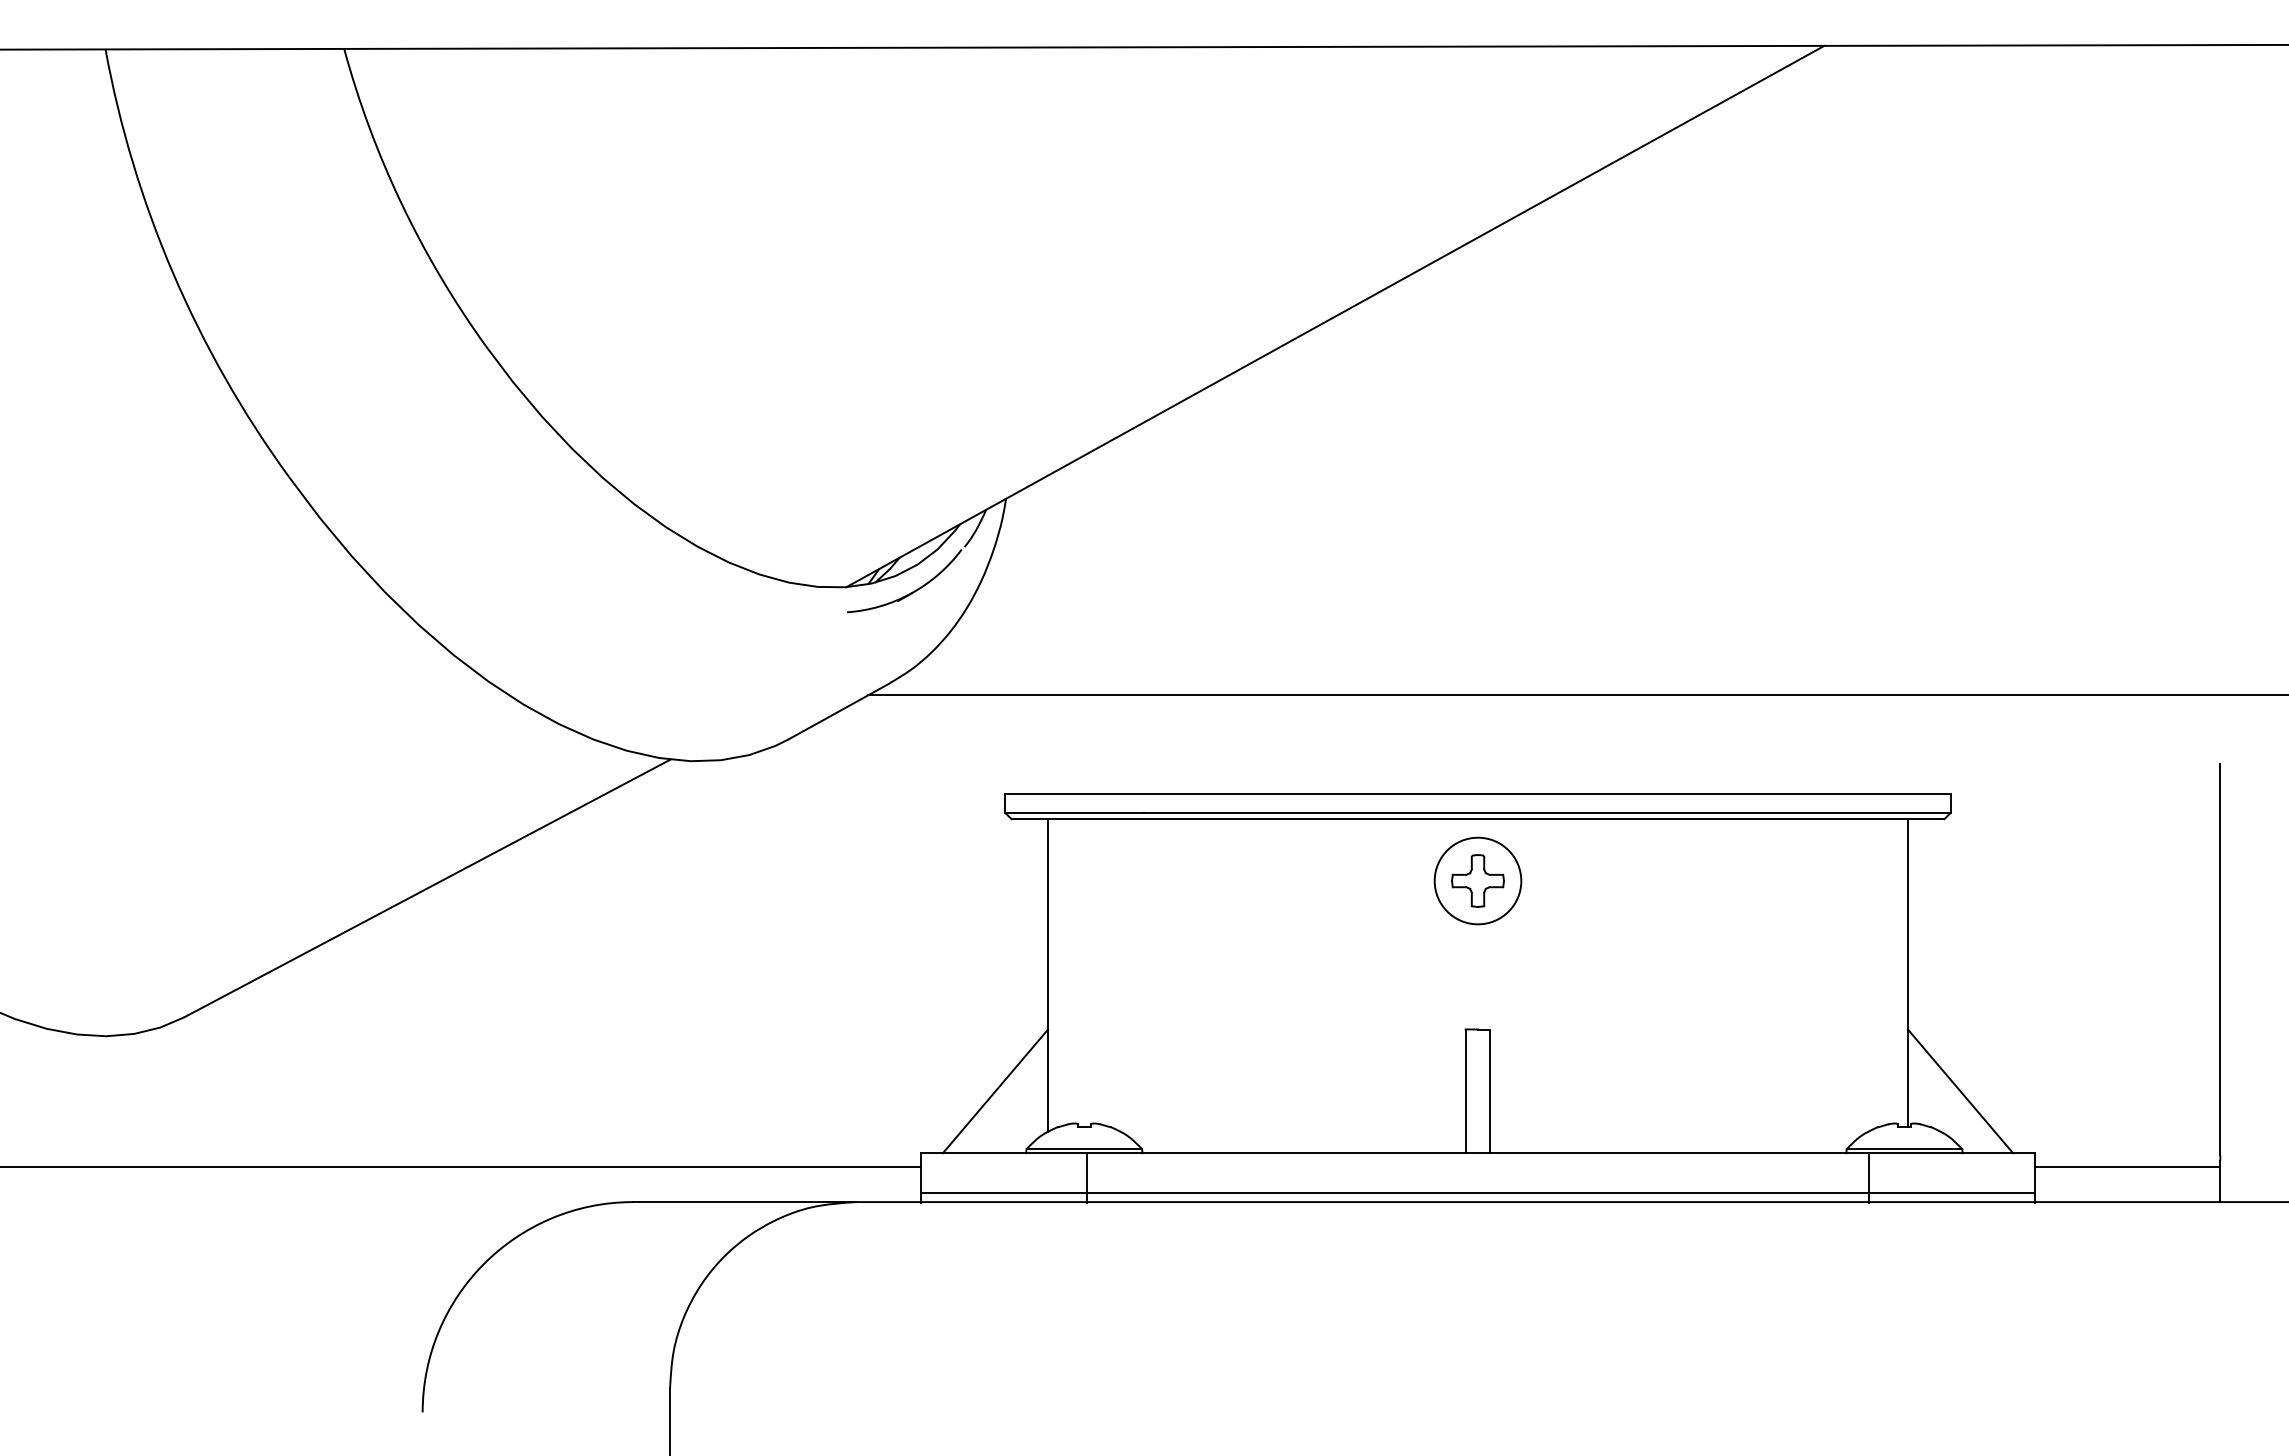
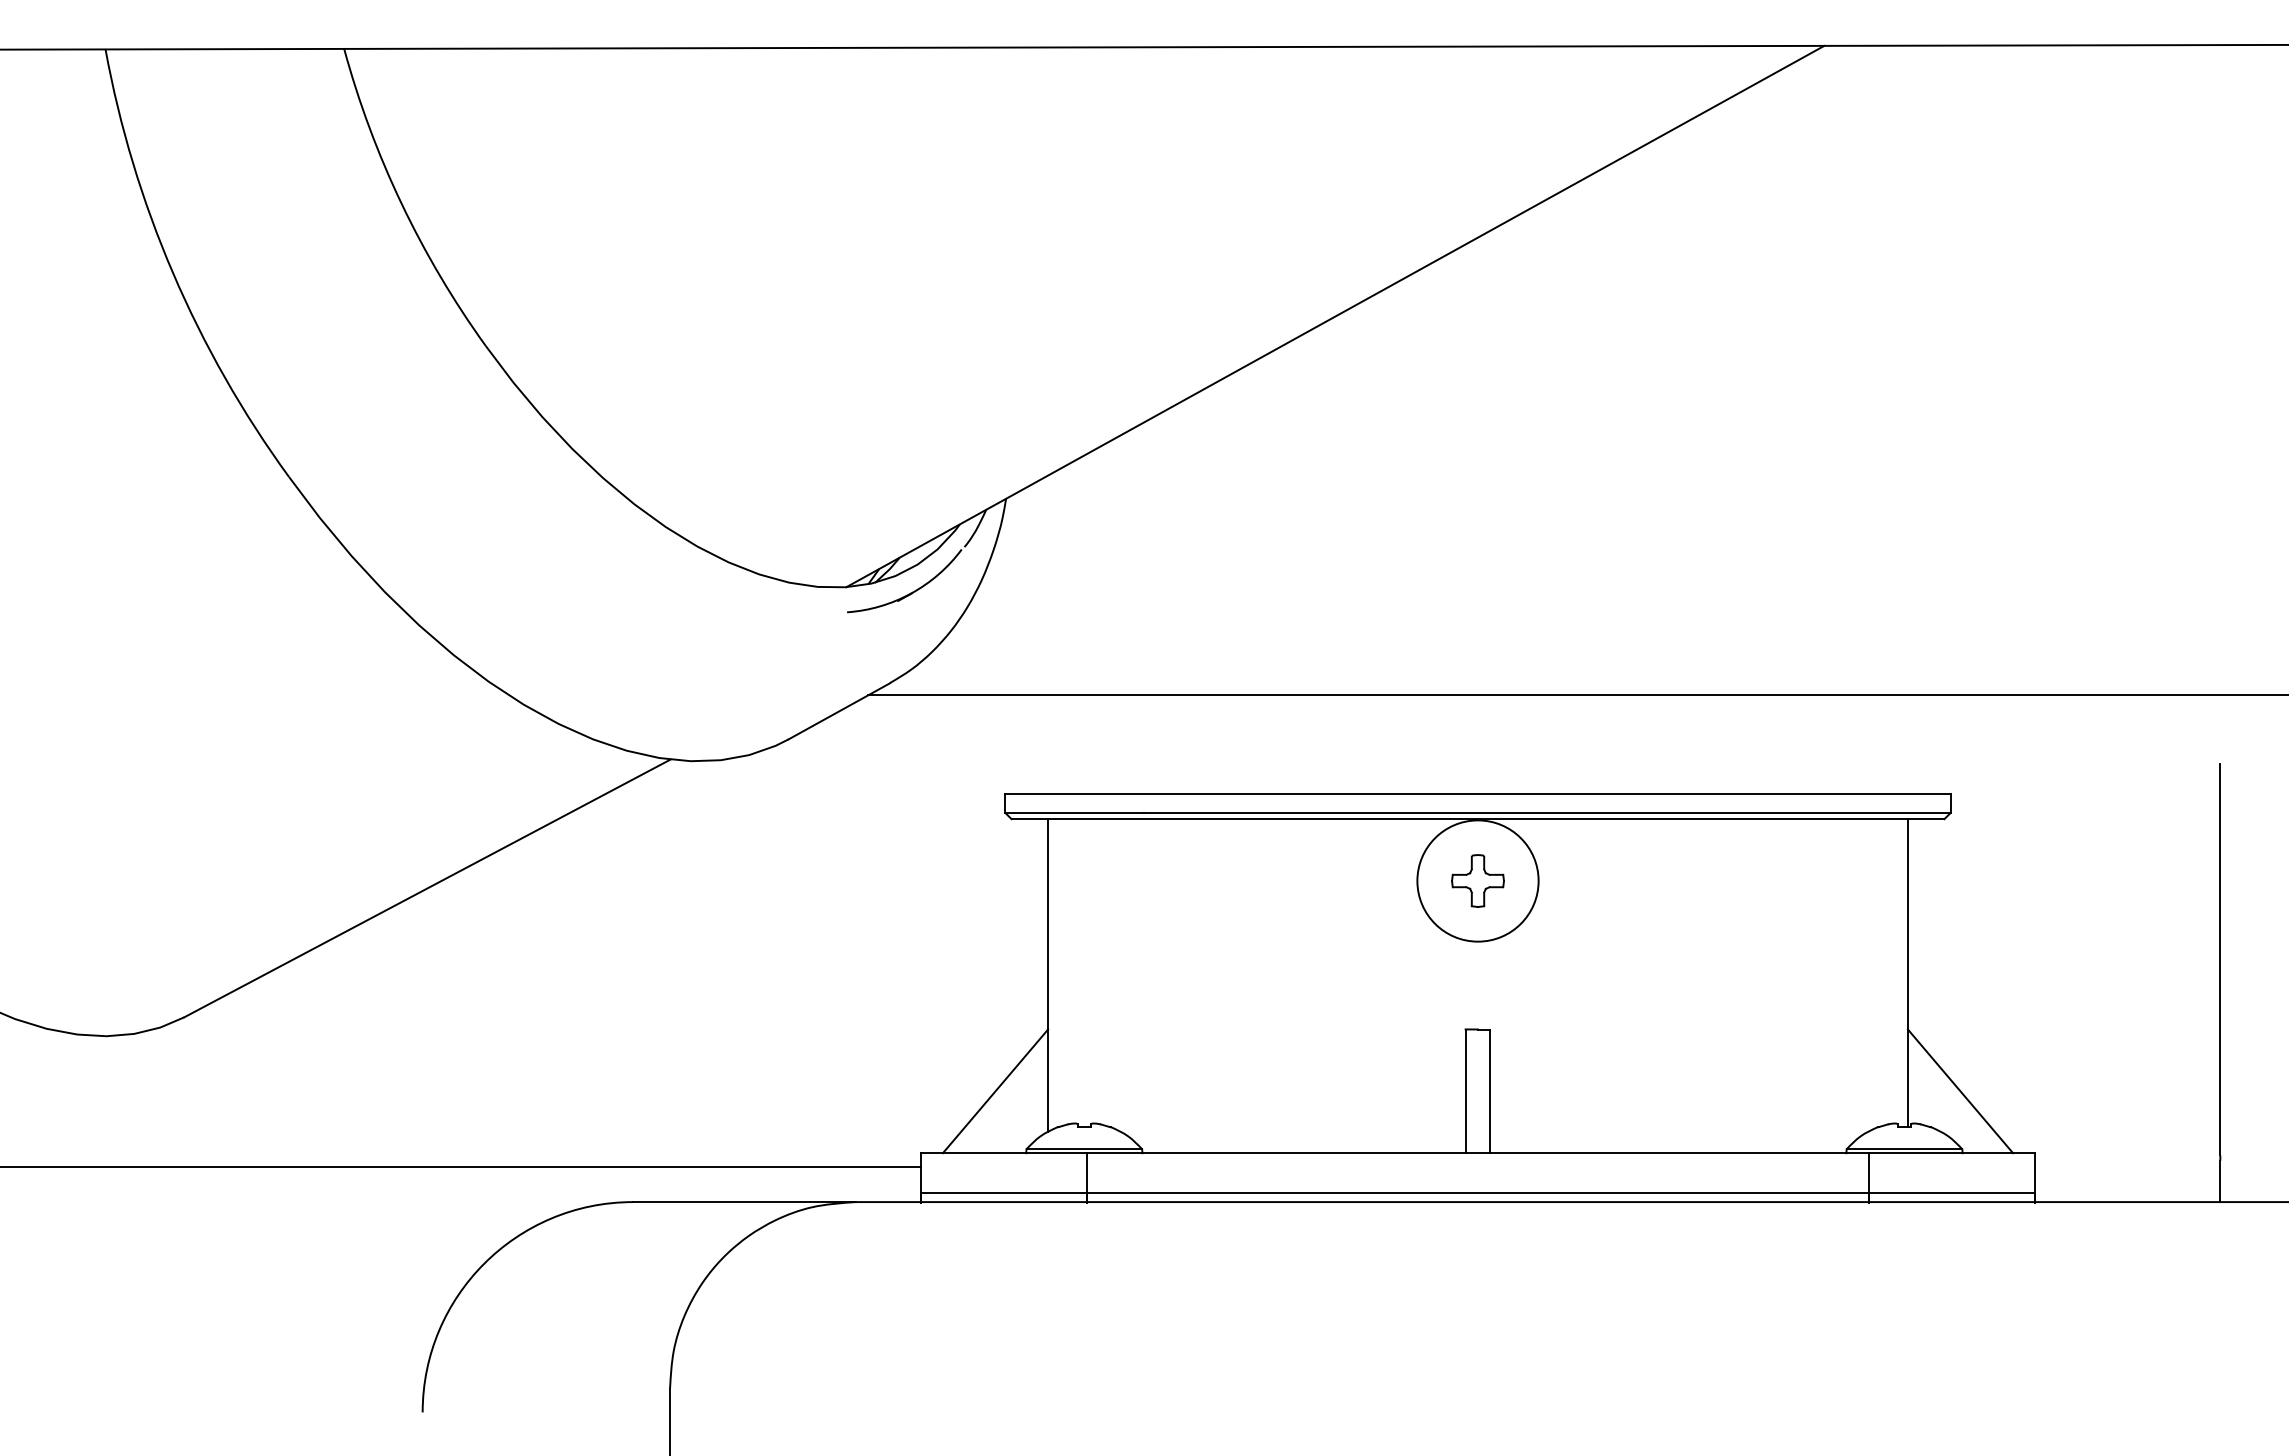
circle at (1477, 880) diameter: 87 px -> 121 px
line at (2127, 1166): present -> none
